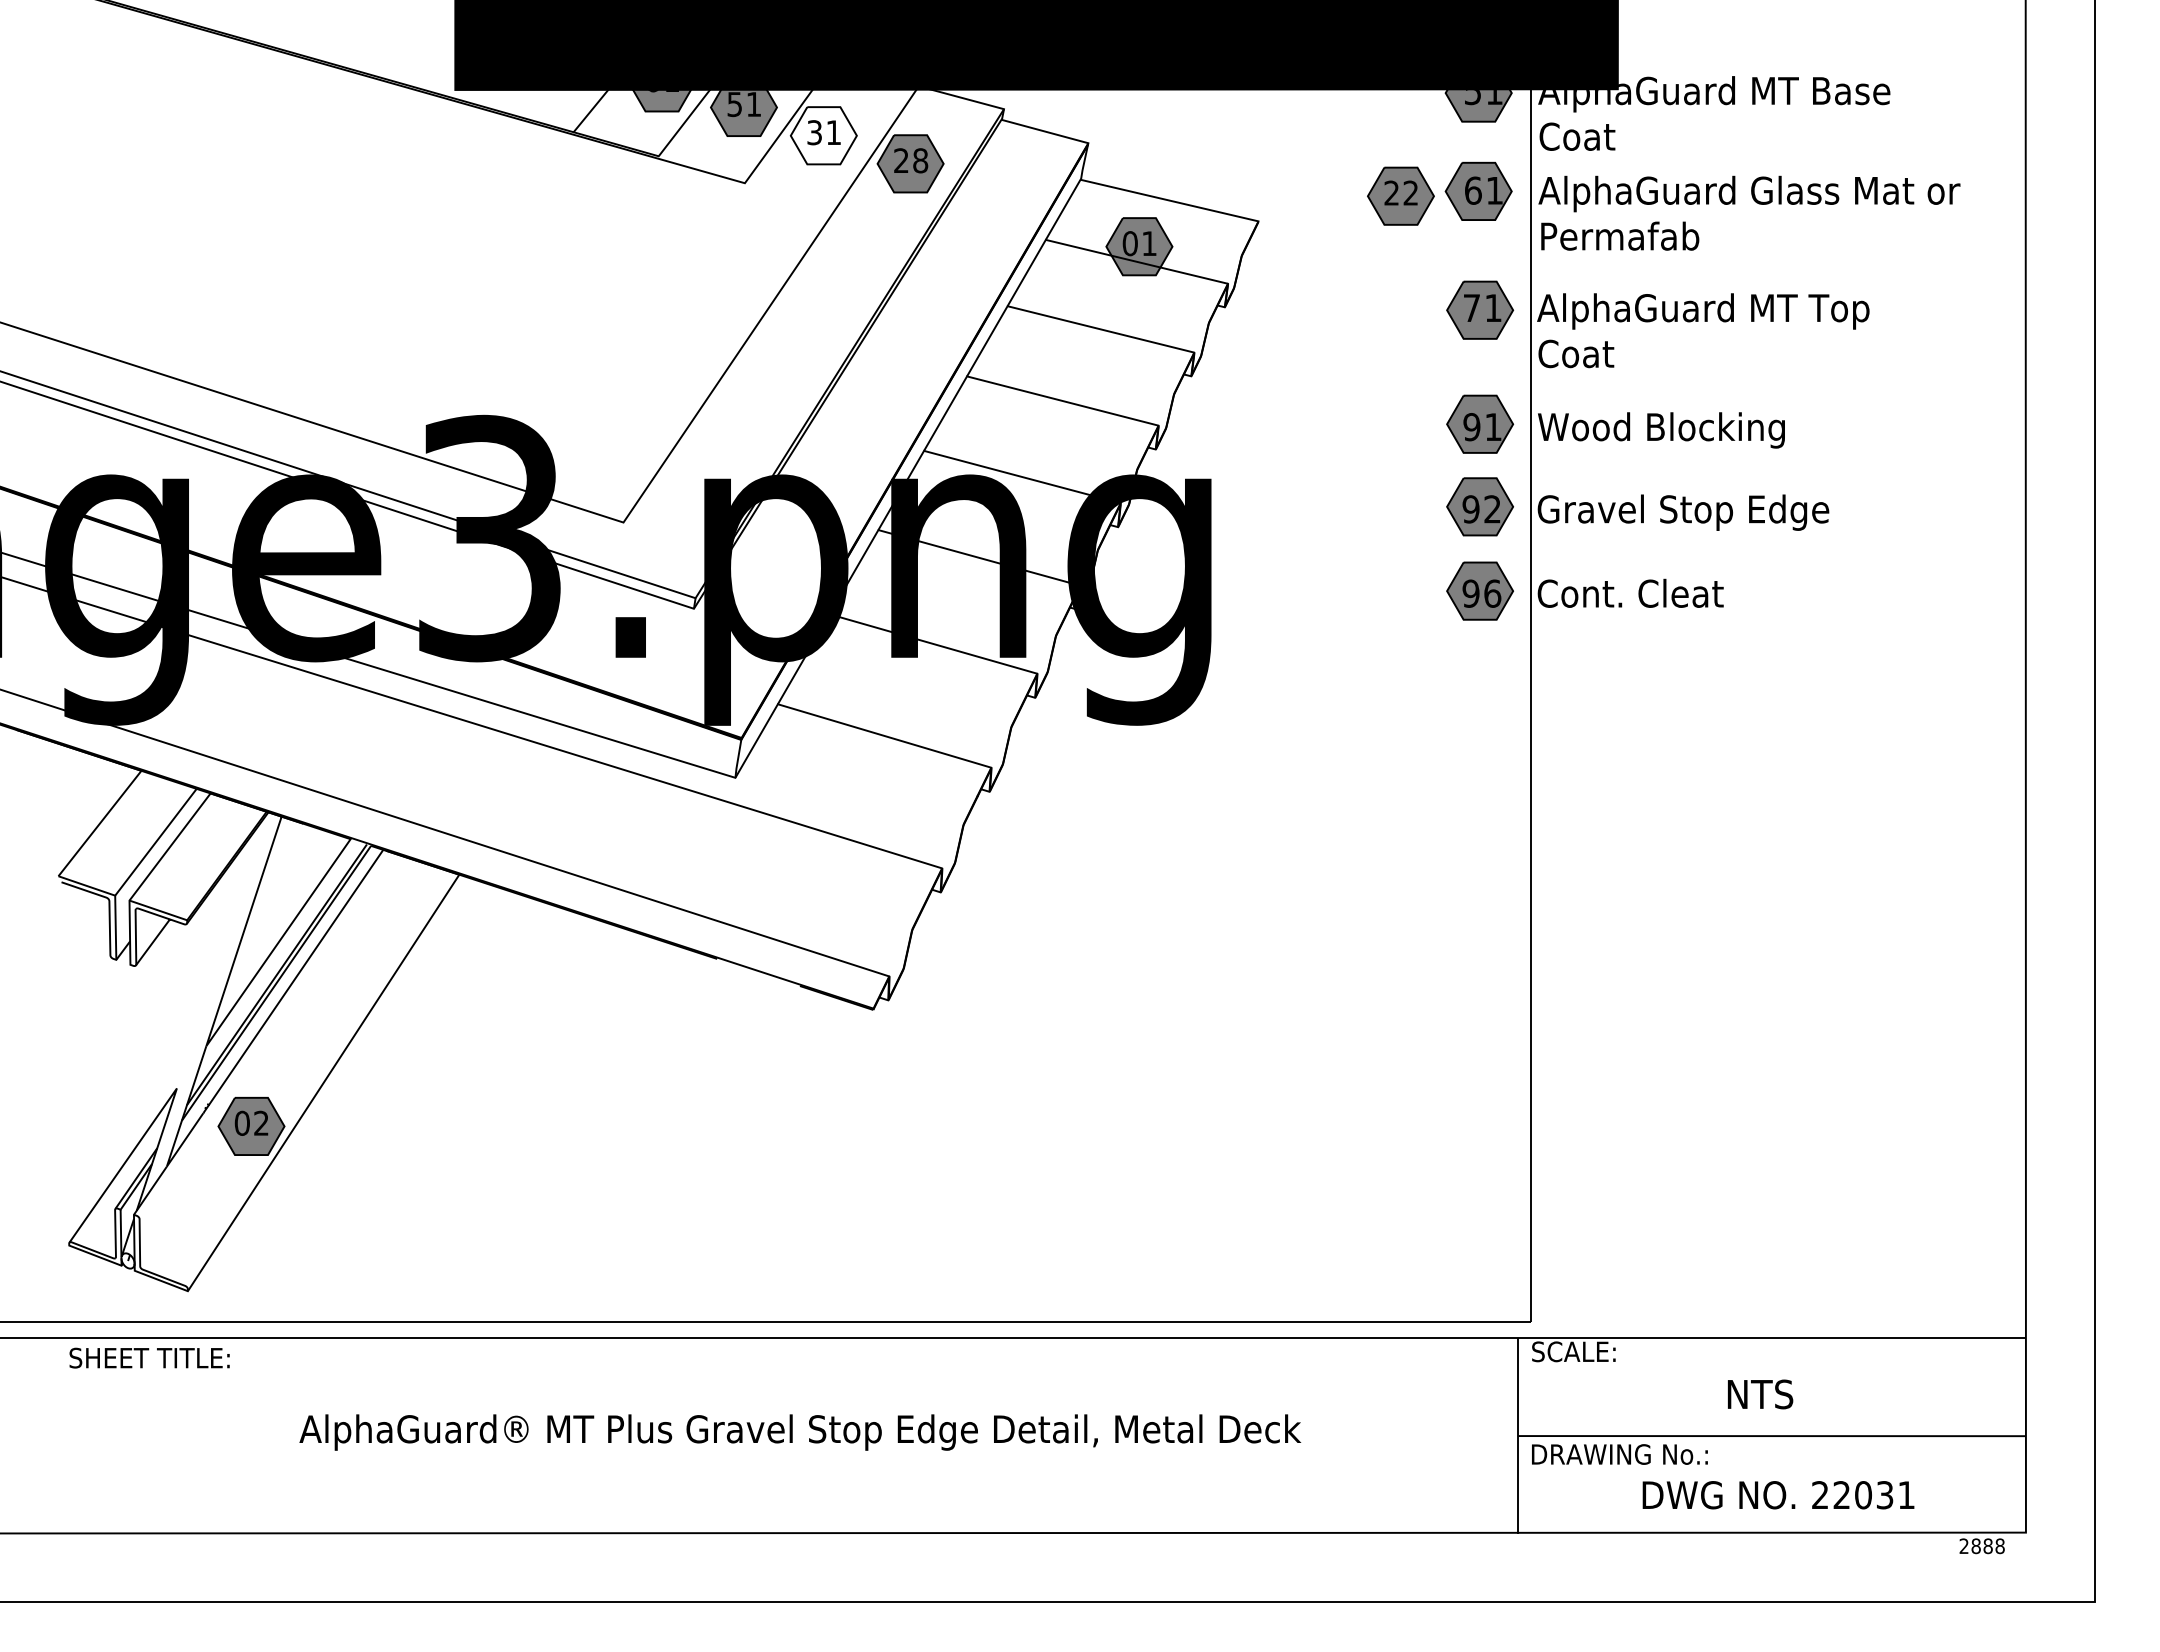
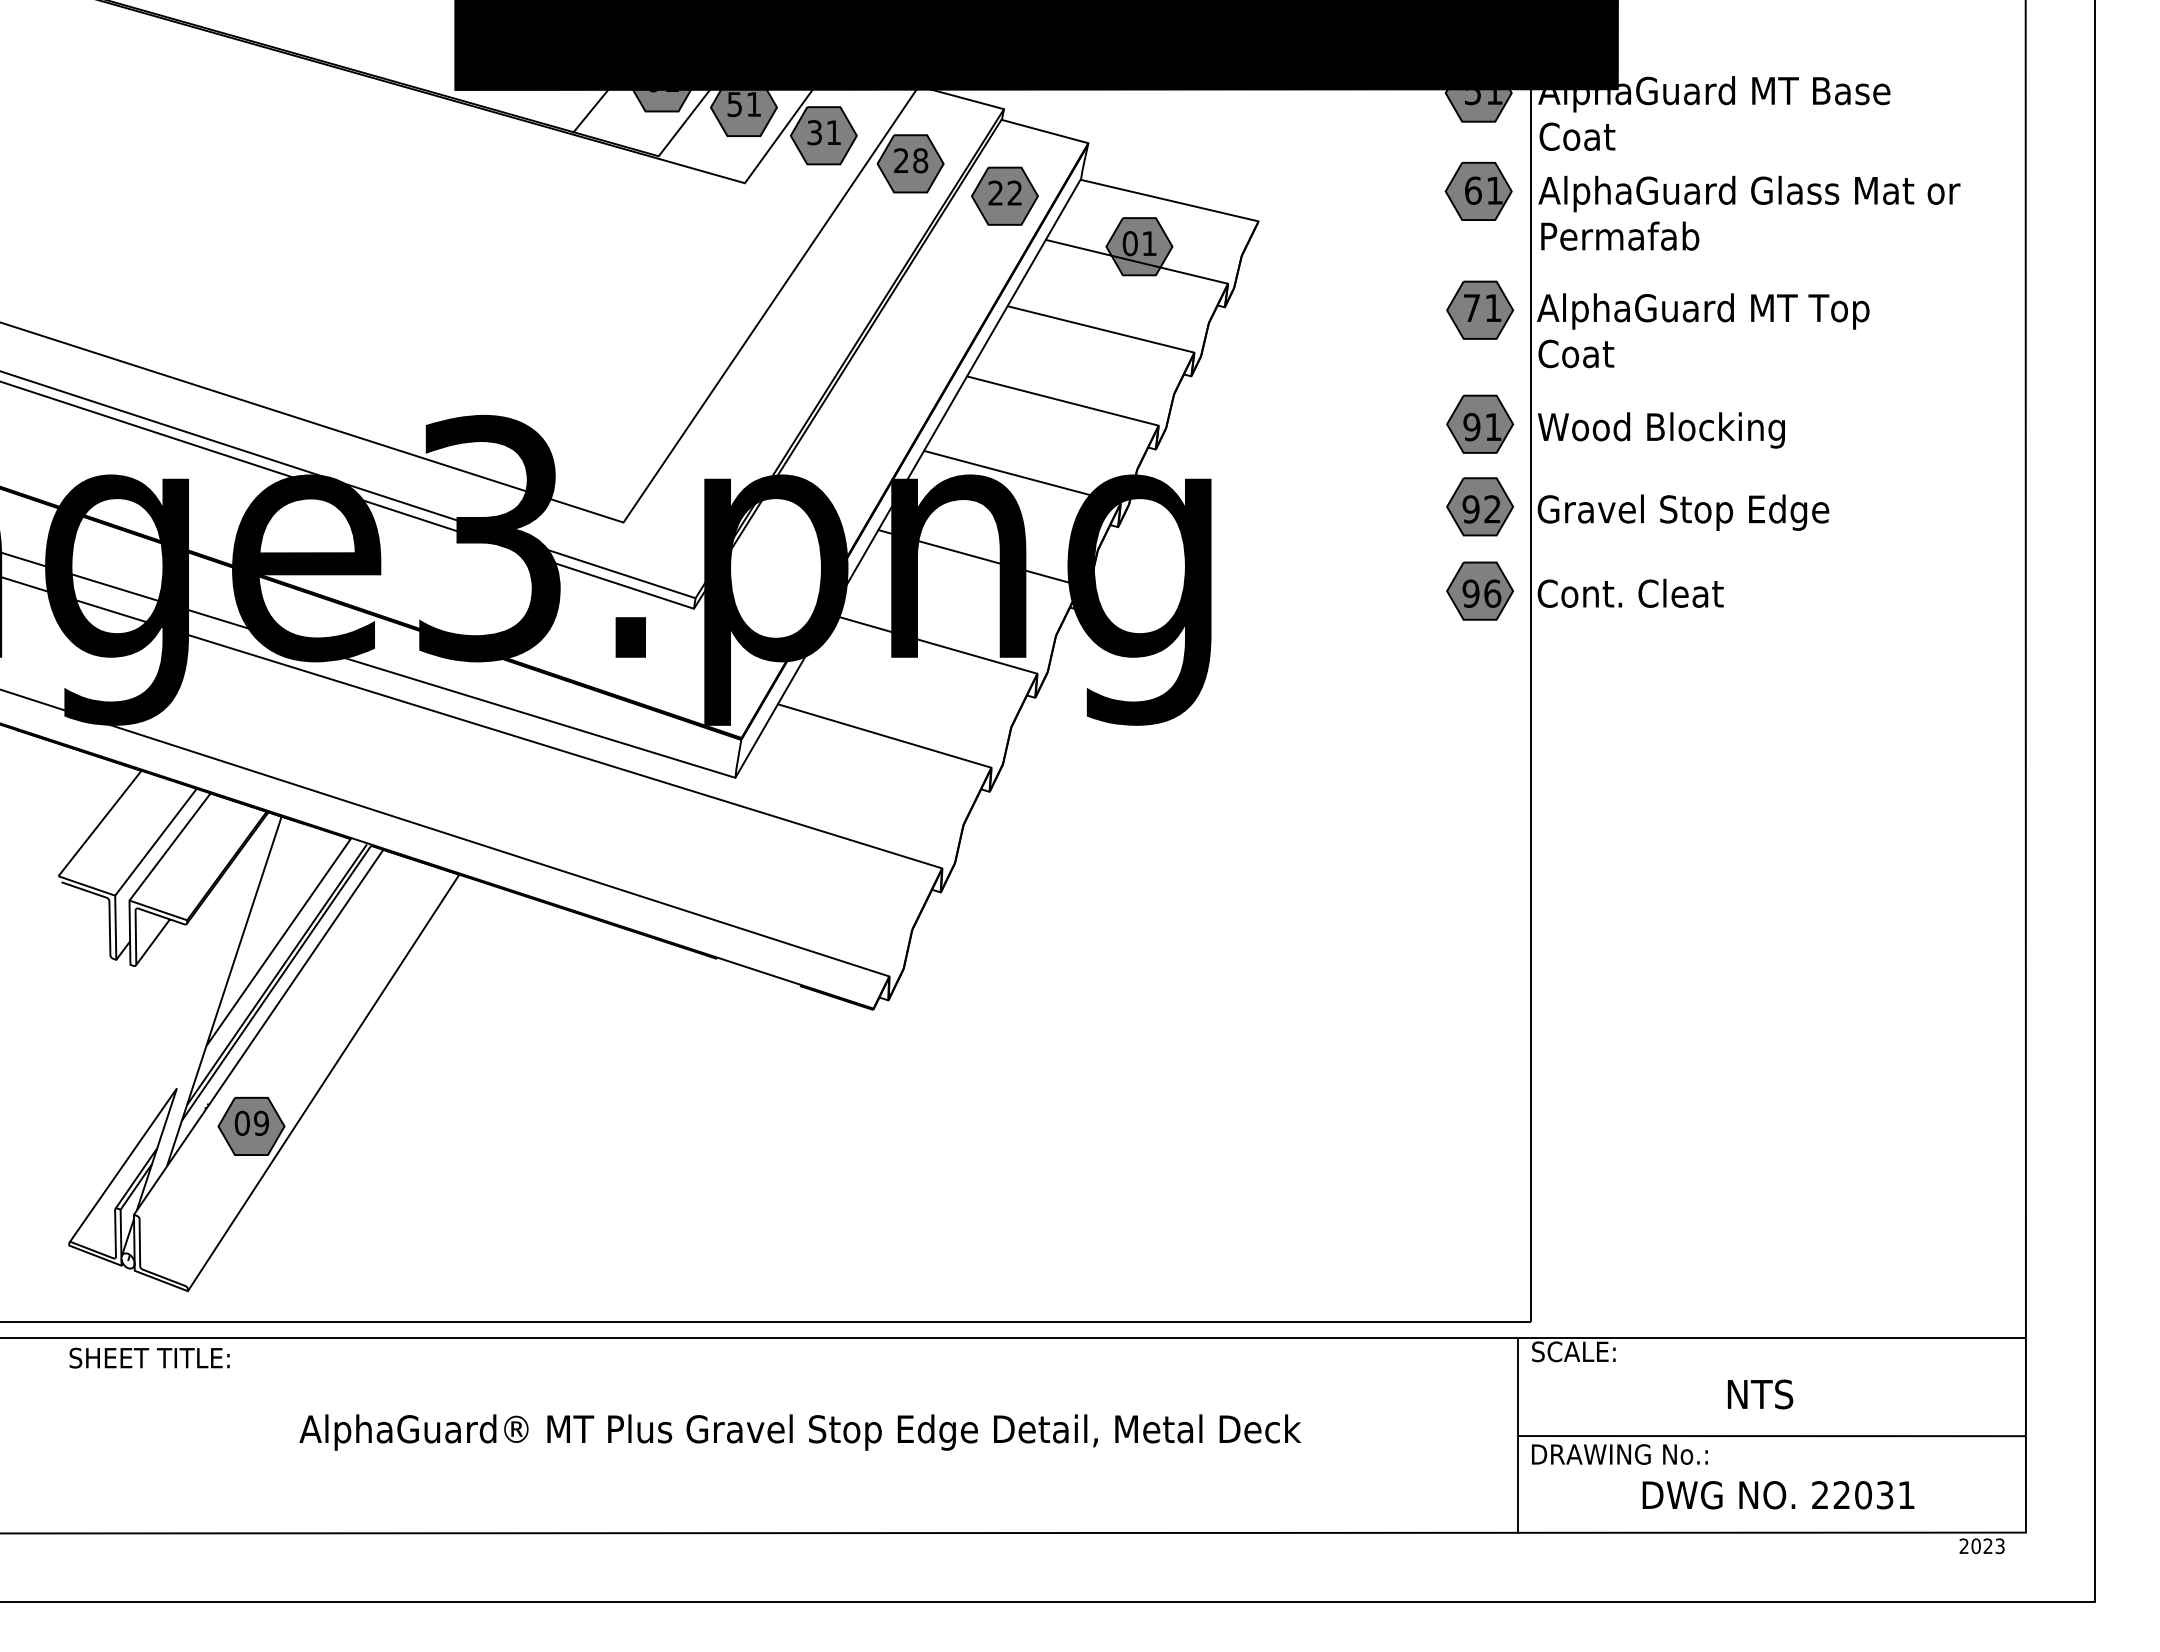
fill at (823, 135): none -> present
part at (1400, 195) position: (1400, 195) -> (1004, 195)
text at (261, 1123): 02 -> 09
text at (1987, 1546): 2888 -> 2023
